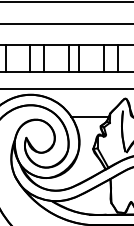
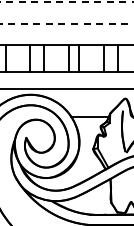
line at (66, 1): solid -> dashed
line at (67, 24): solid -> dashed
